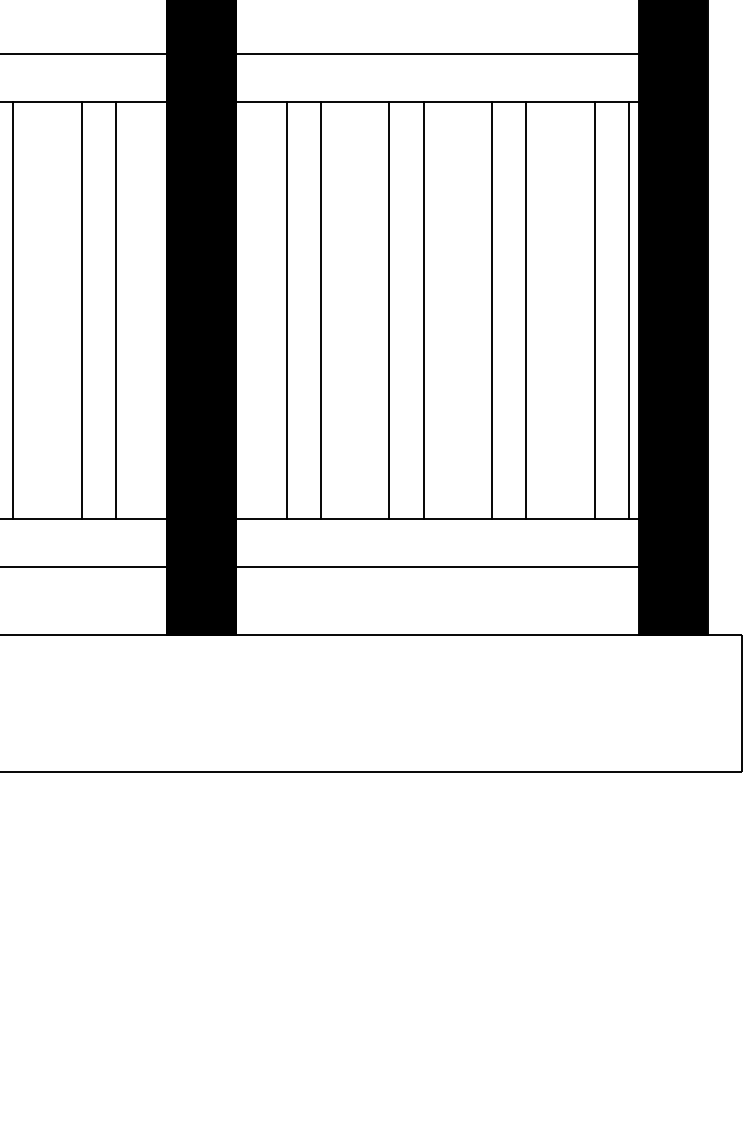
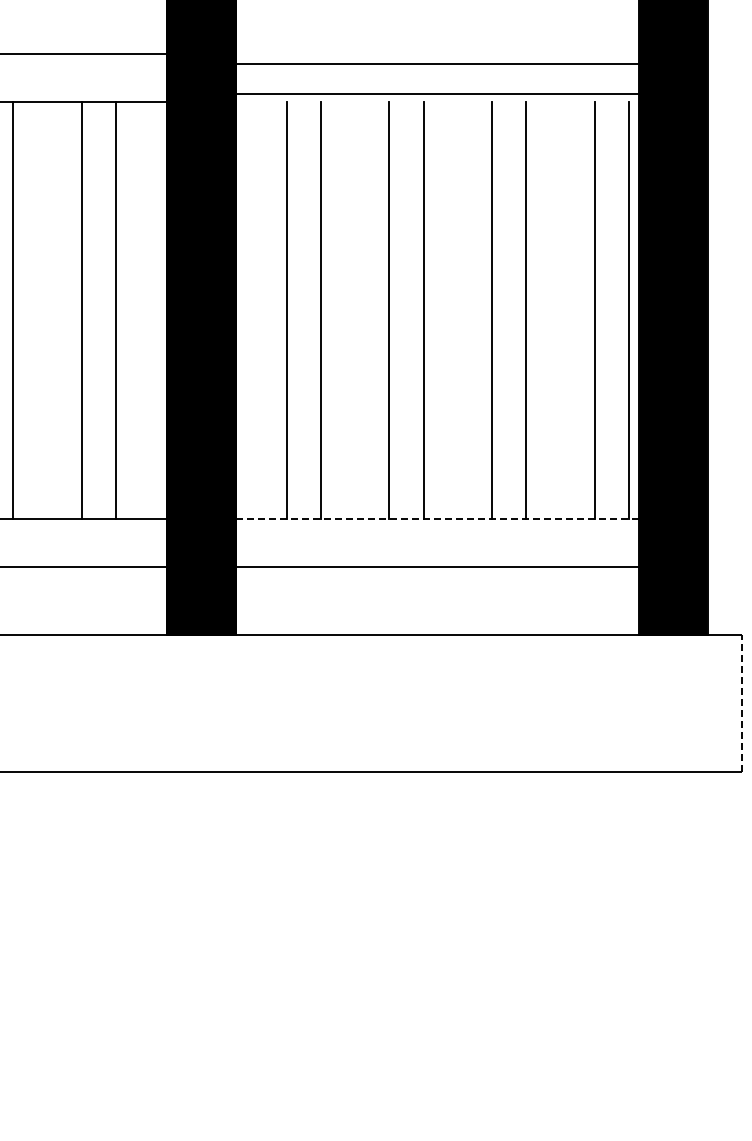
line at (437, 53) position: (437, 53) -> (437, 63)
line at (437, 101) position: (437, 101) -> (437, 93)
line at (437, 518): solid -> dashed
line at (741, 702): solid -> dashed
